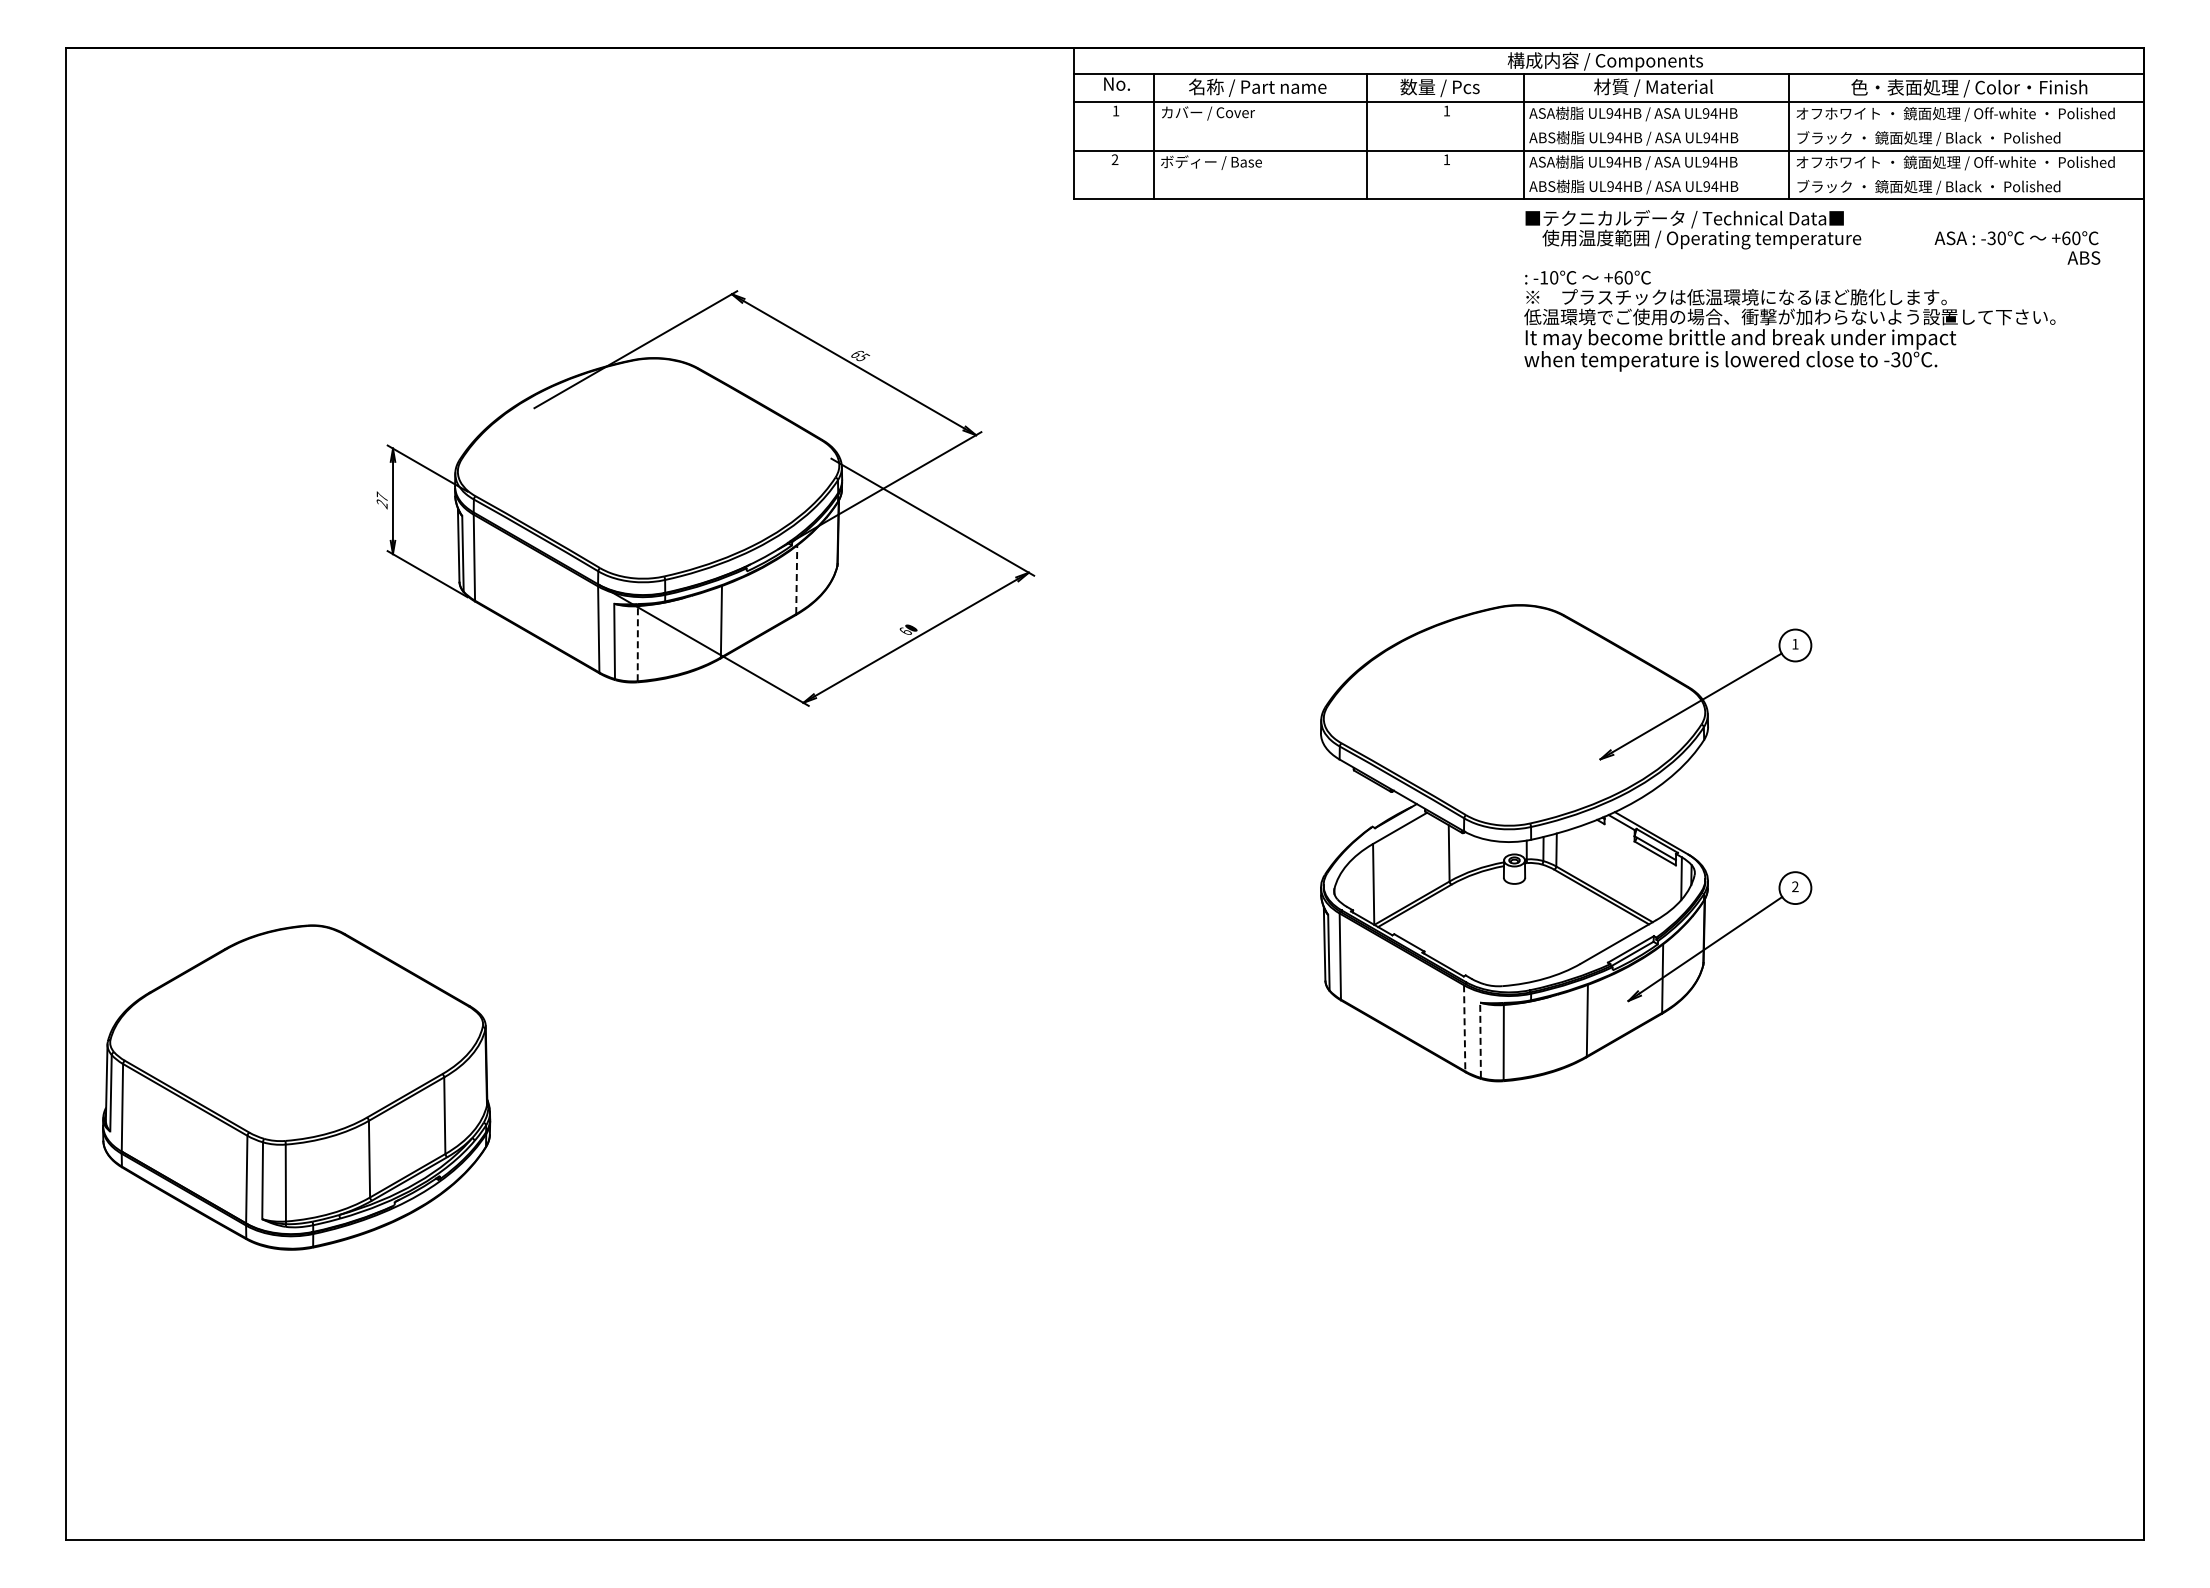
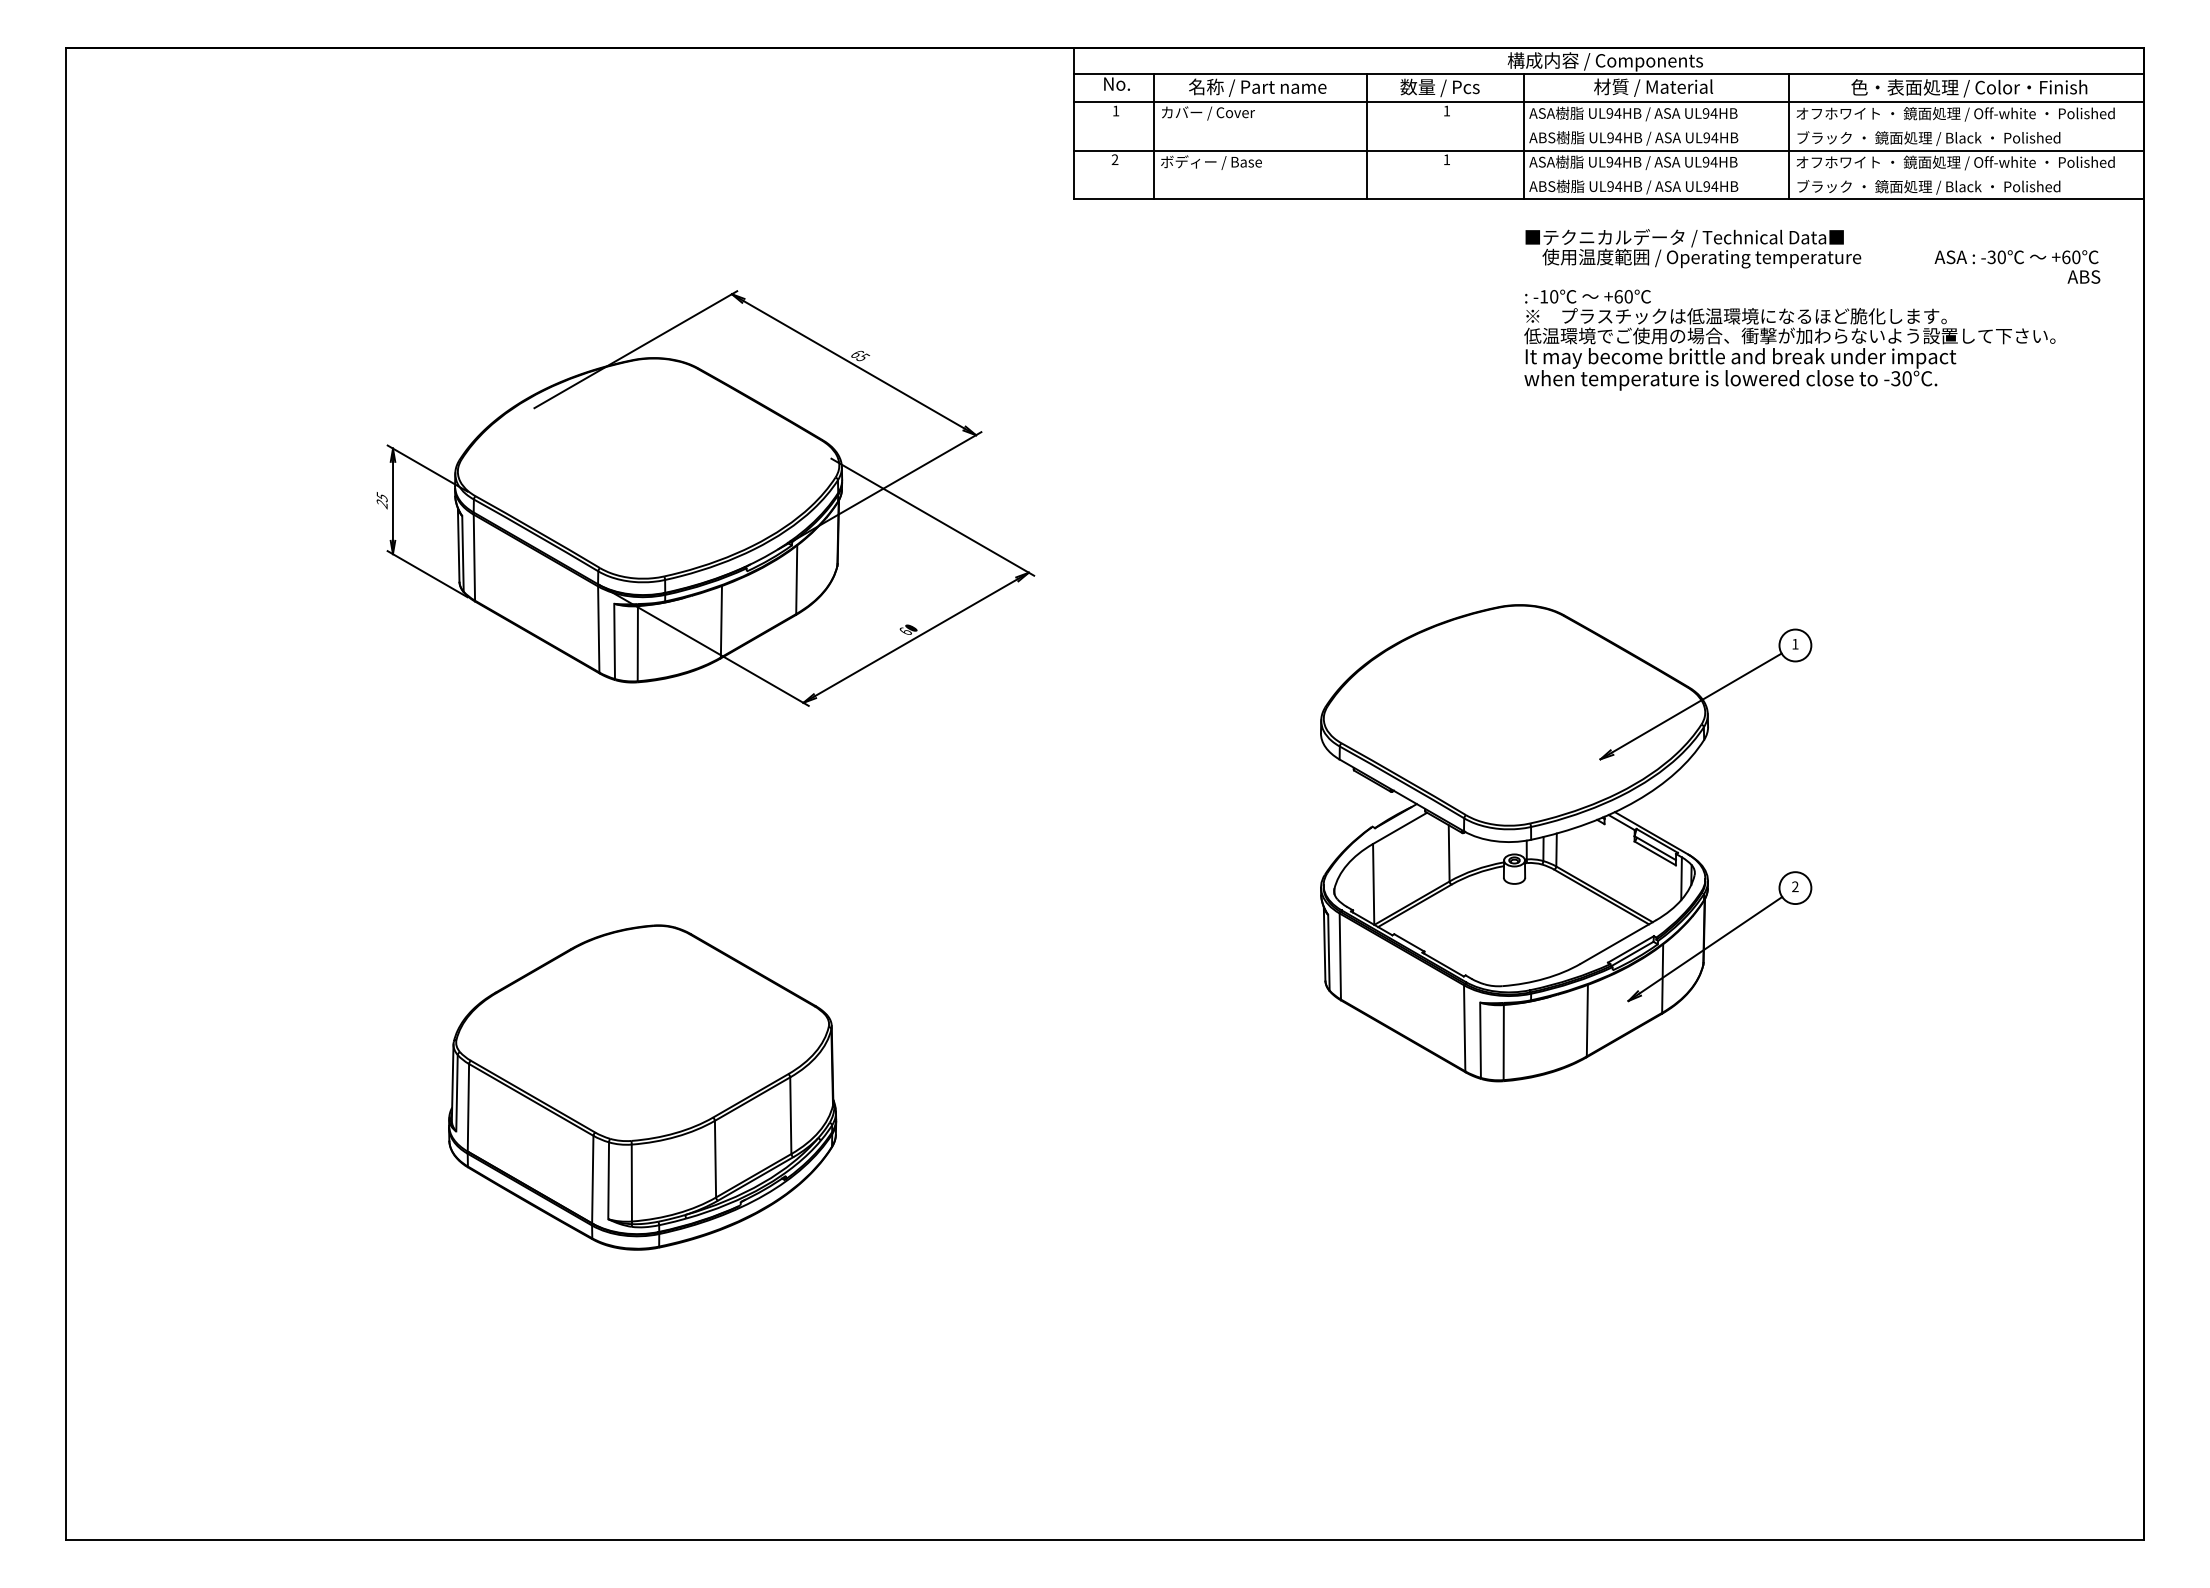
text at (1812, 290) position: (1812, 290) -> (1812, 309)
text at (381, 496): 27 -> 25
line at (796, 579): dashed -> solid
line at (637, 643): dashed -> solid
line at (1464, 1028): dashed -> solid
line at (1480, 1040): dashed -> solid
part at (296, 1087) position: (296, 1087) -> (642, 1087)
